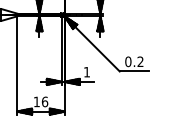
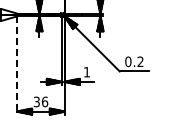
line at (17, 65): solid -> dashed
text at (36, 101): 16 -> 36
